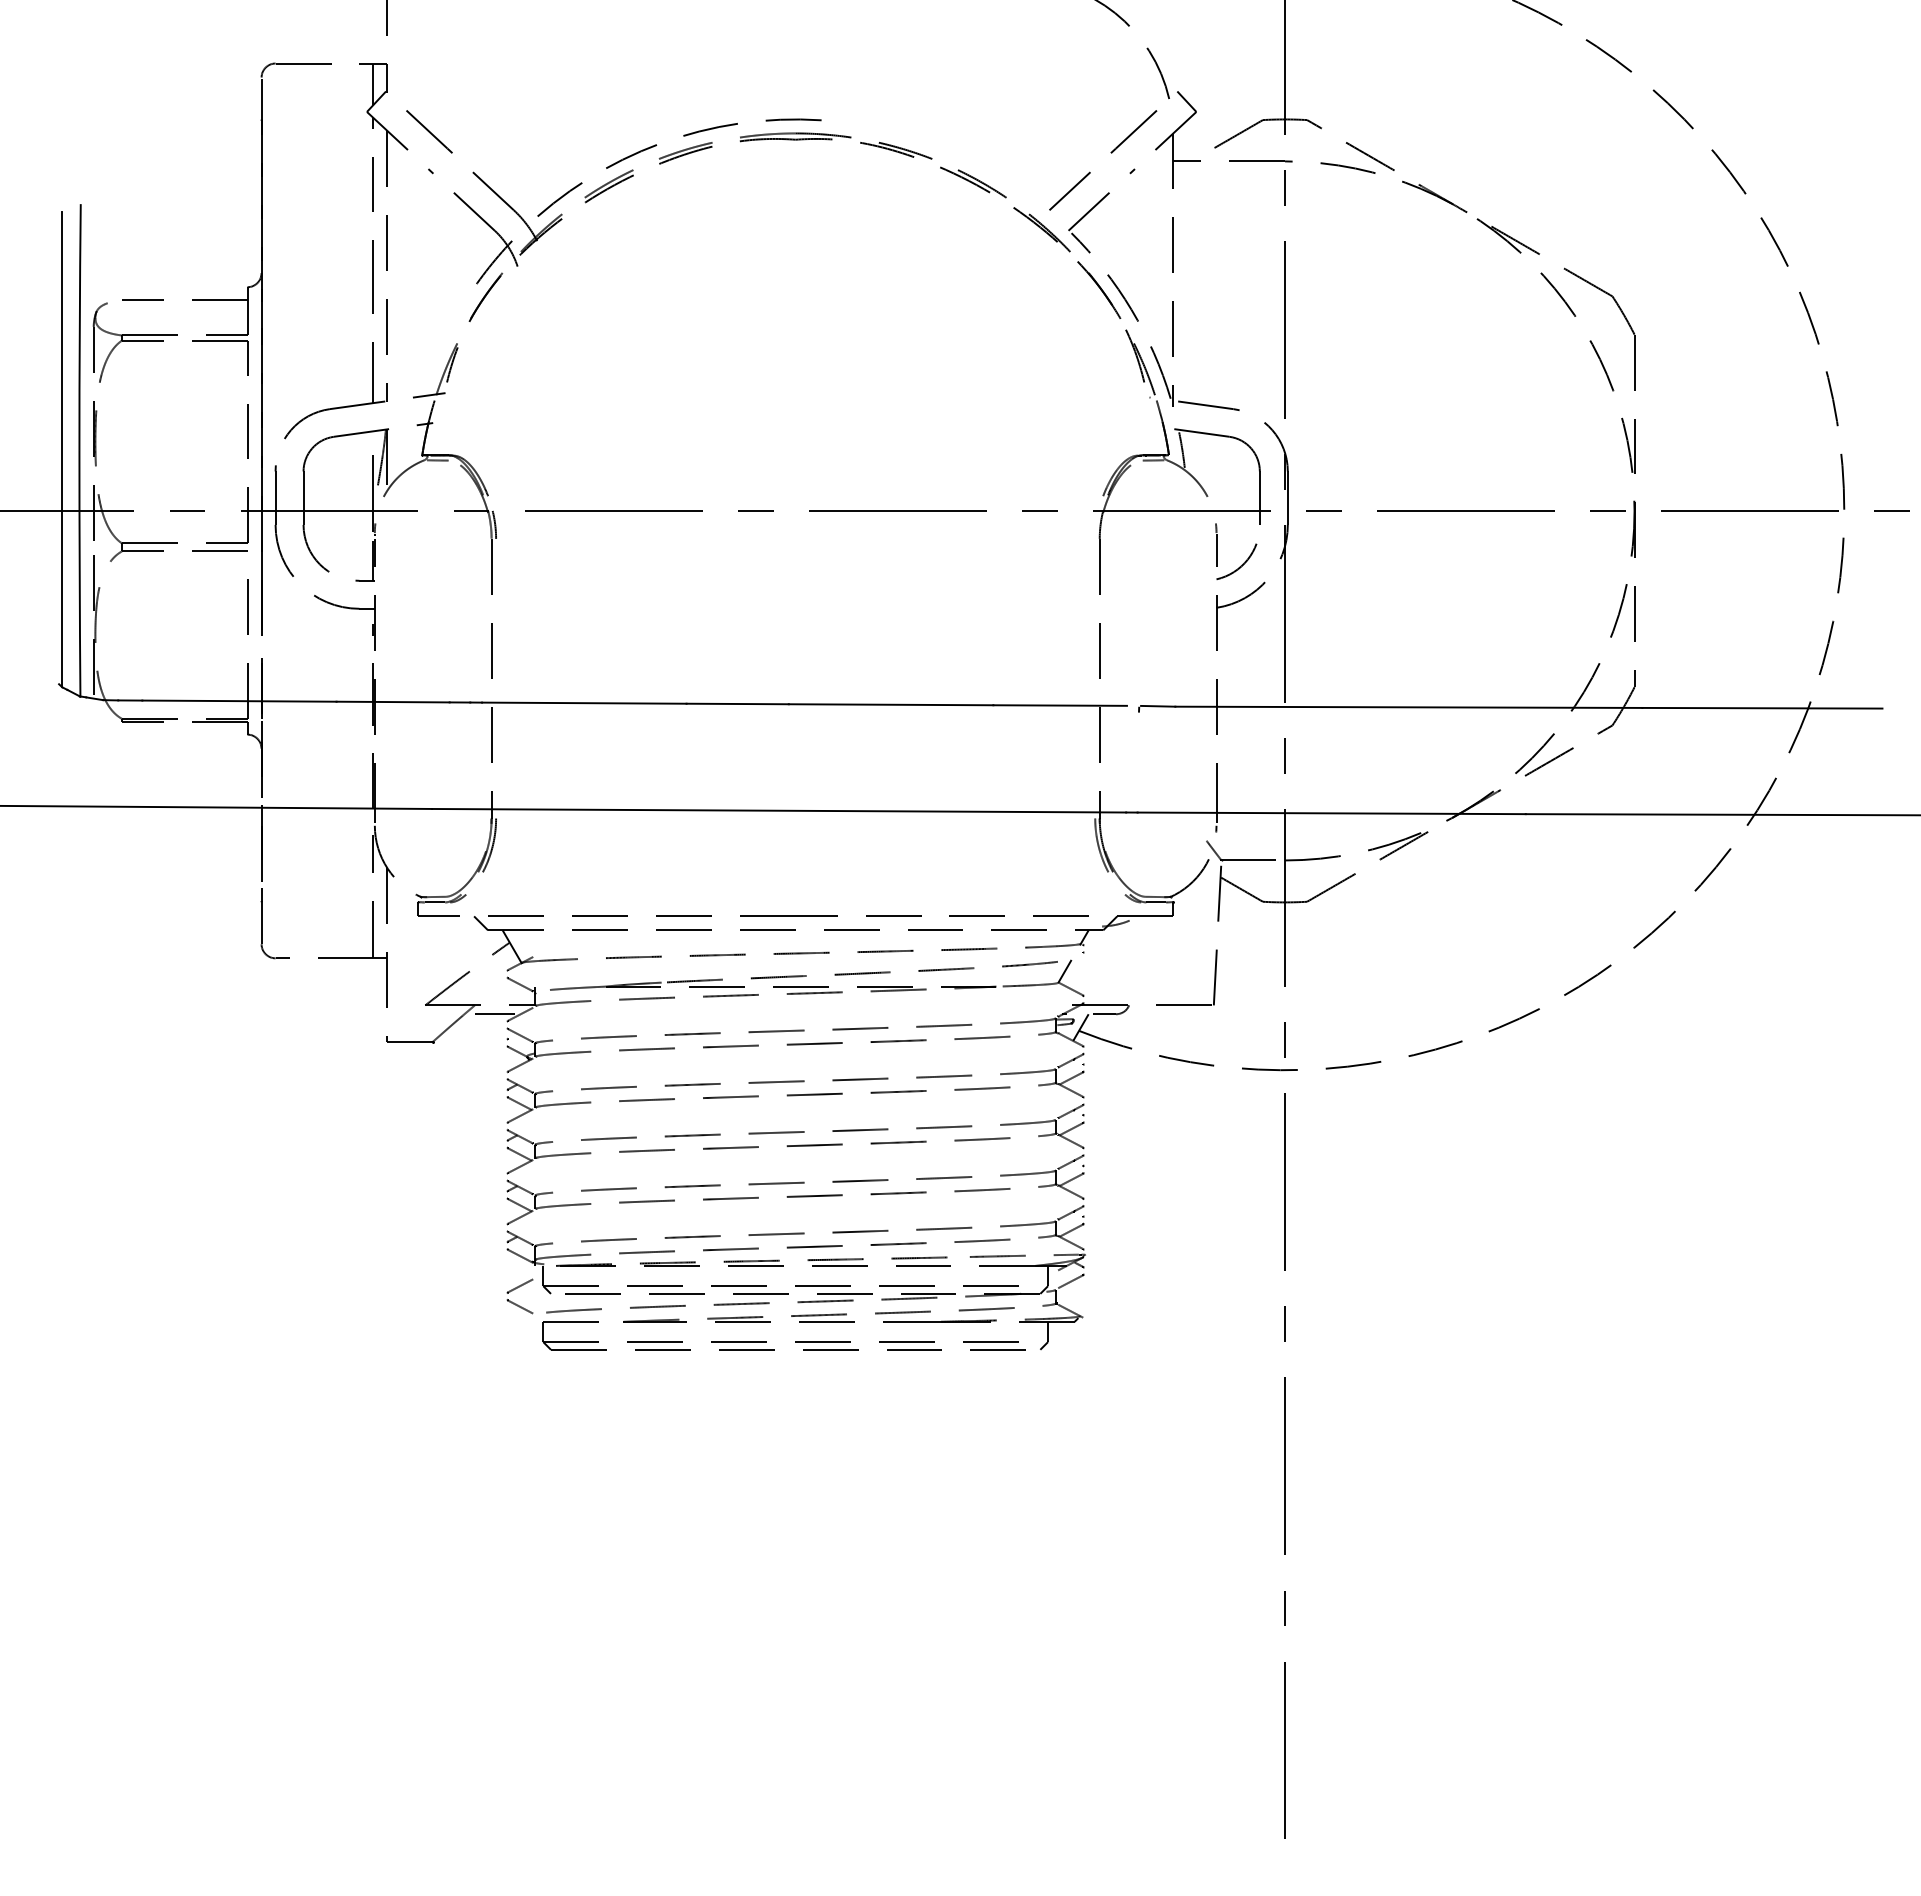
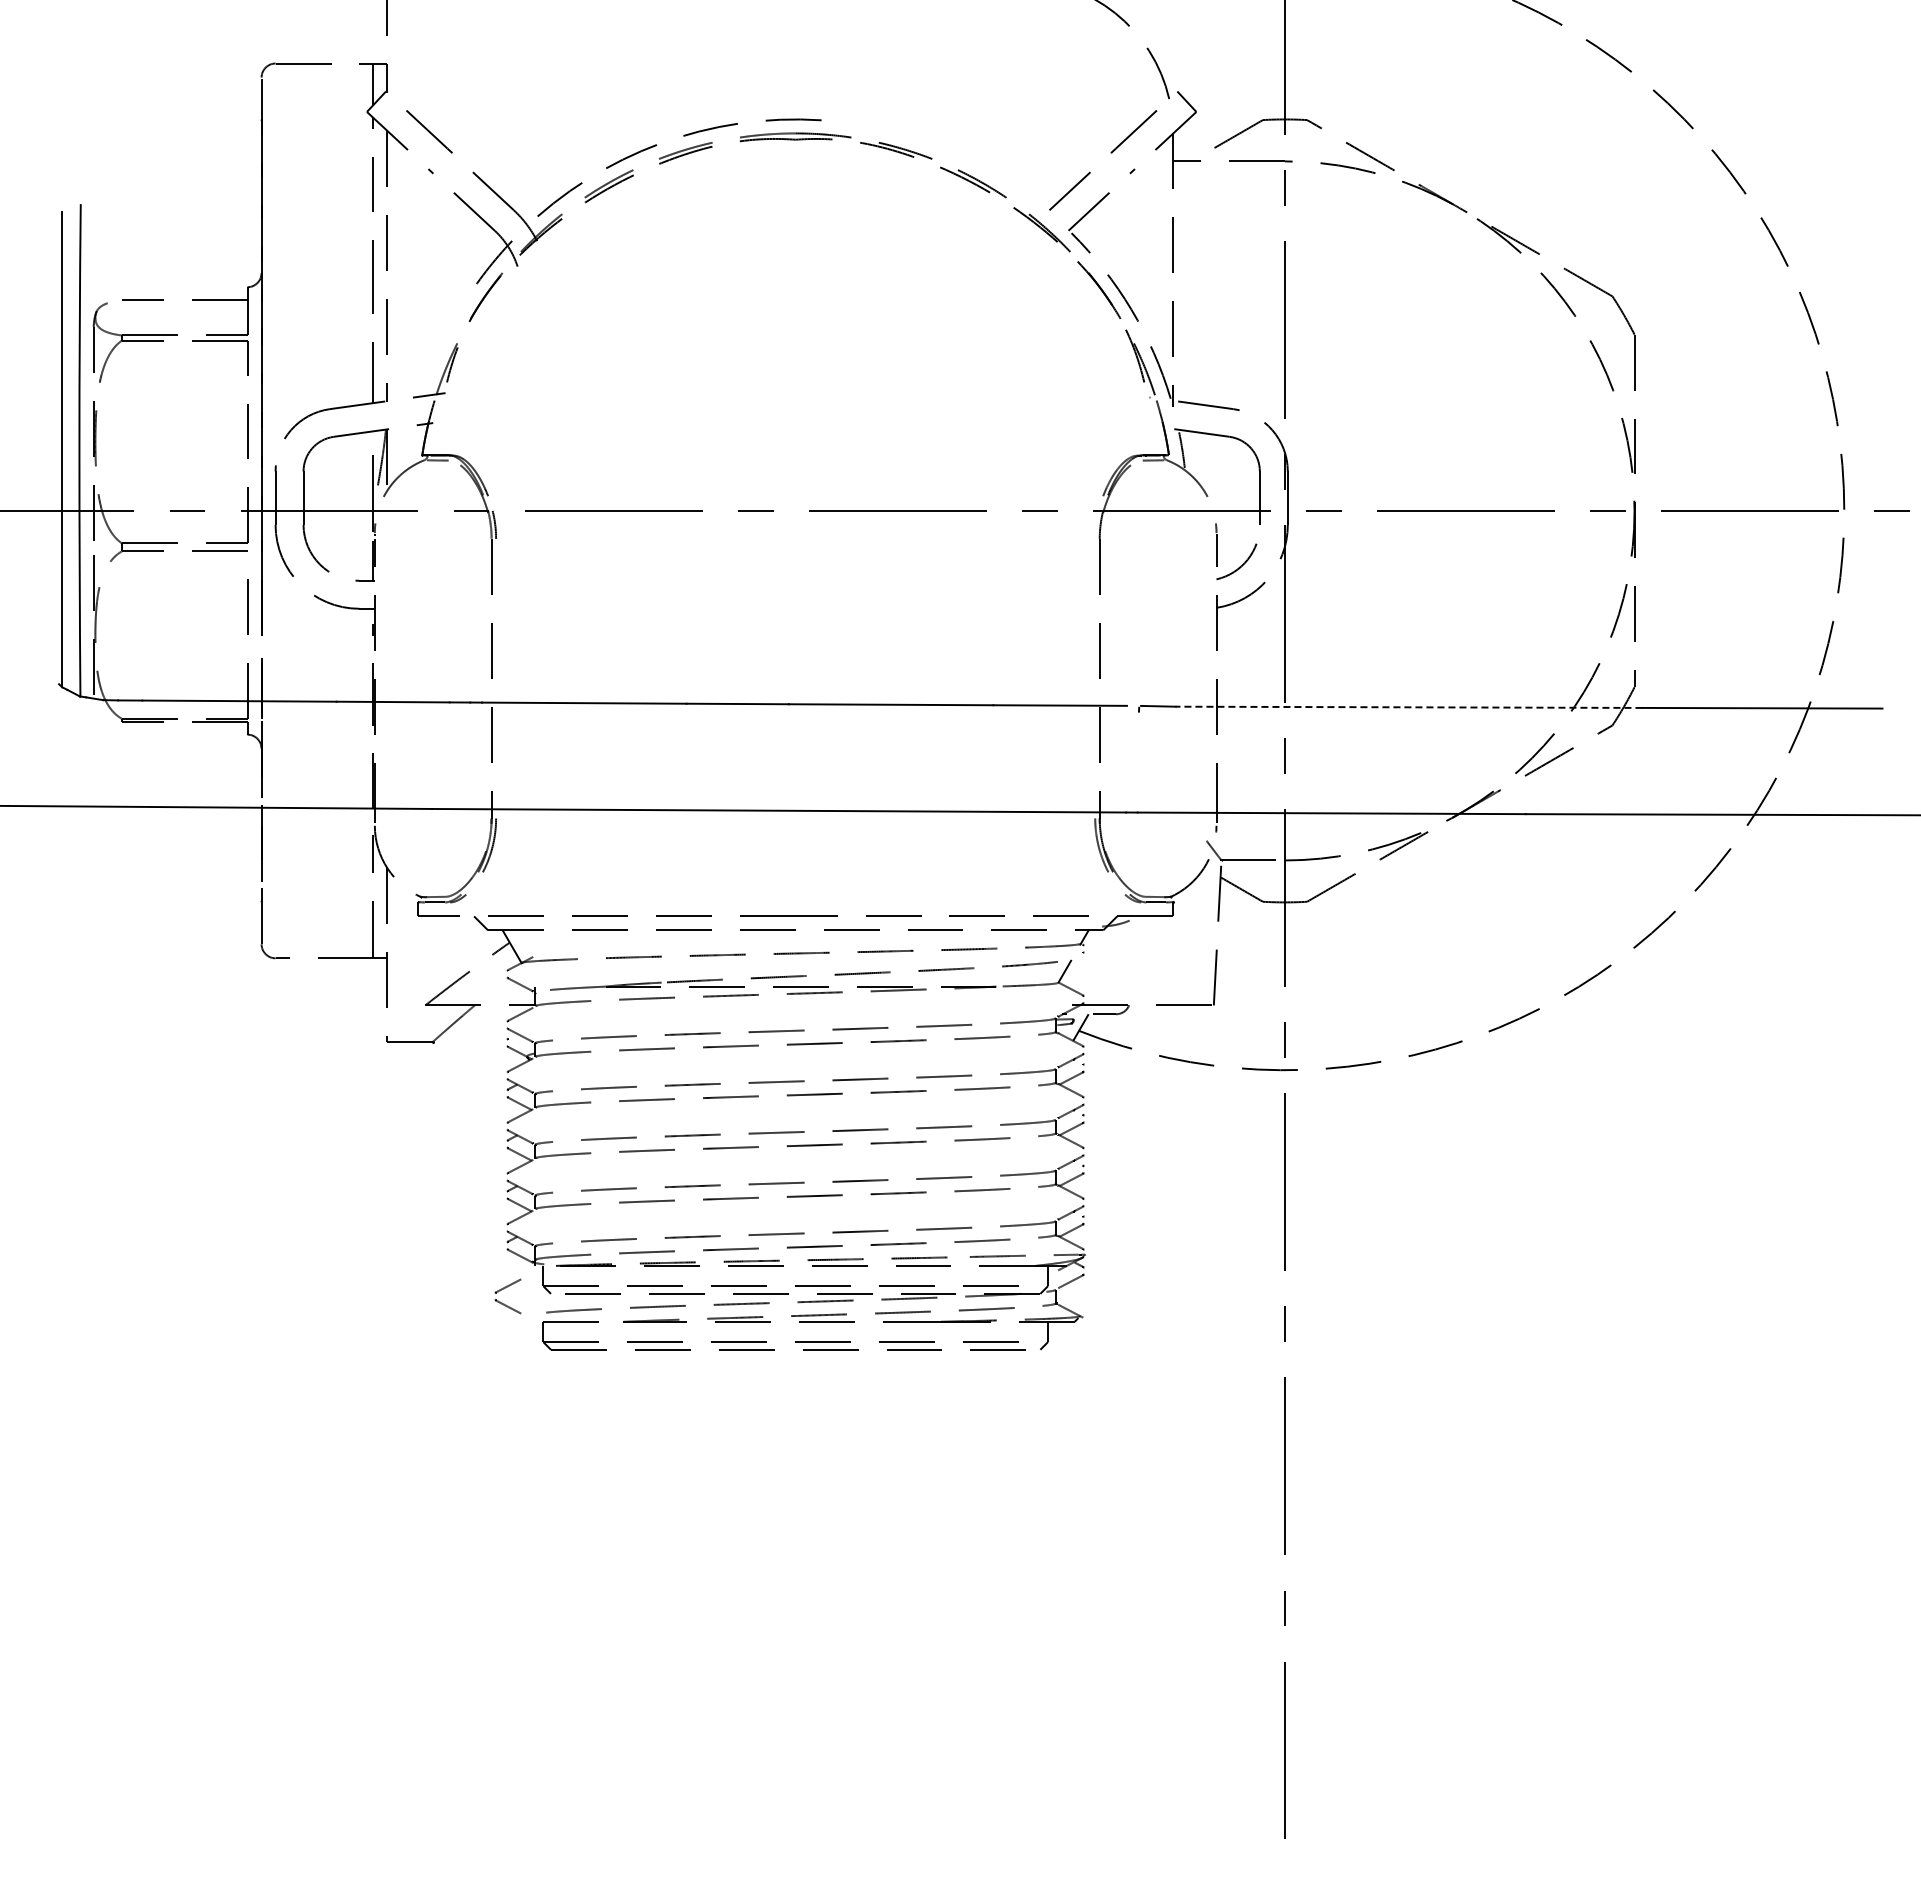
line at (1408, 707): solid -> dashed
line at (495, 1014): present -> none
part at (516, 1289) position: (516, 1289) -> (504, 1289)
